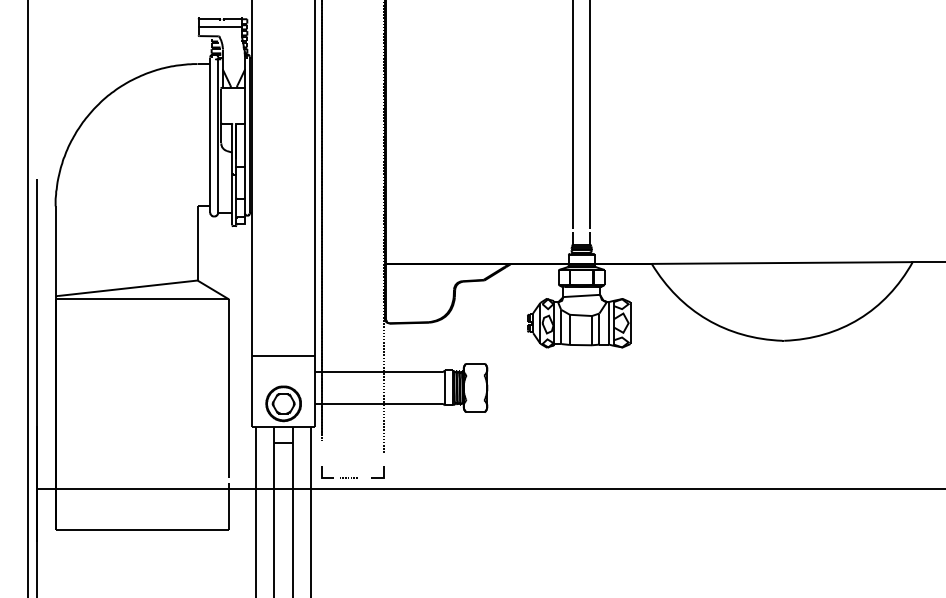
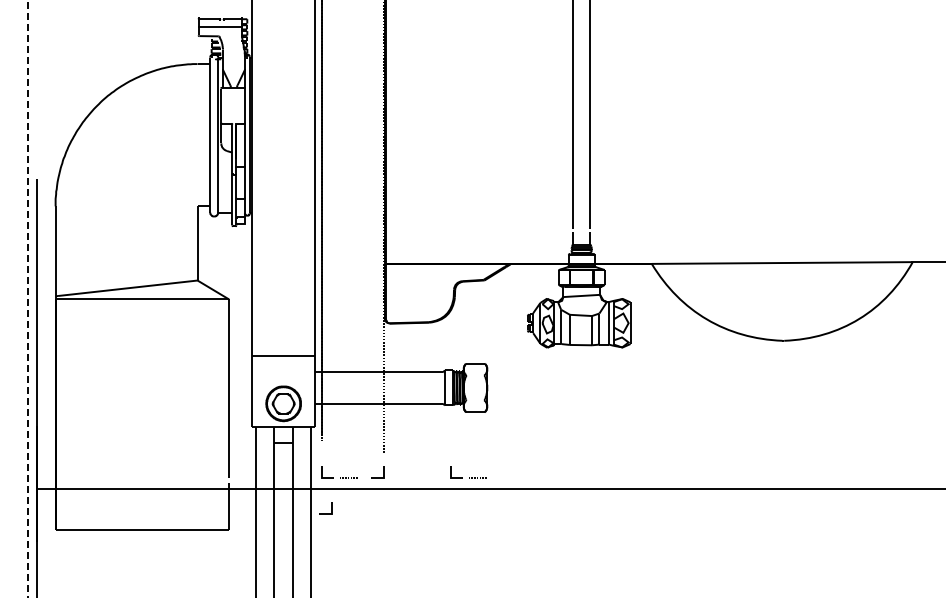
line at (28, 299): solid -> dashed
part at (468, 472): none -> present
line at (325, 513): none -> present
